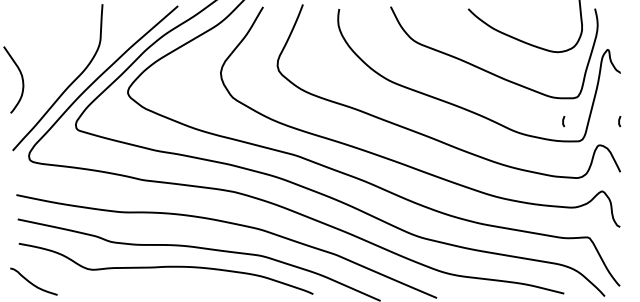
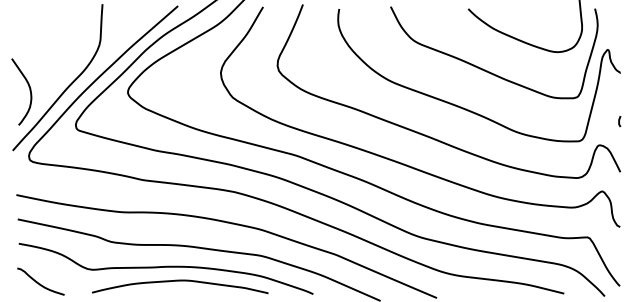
curve at (21, 79) position: (21, 79) -> (29, 91)
line at (563, 121): present -> none
curve at (180, 281): none -> present
curve at (33, 283) position: (33, 283) -> (40, 283)
